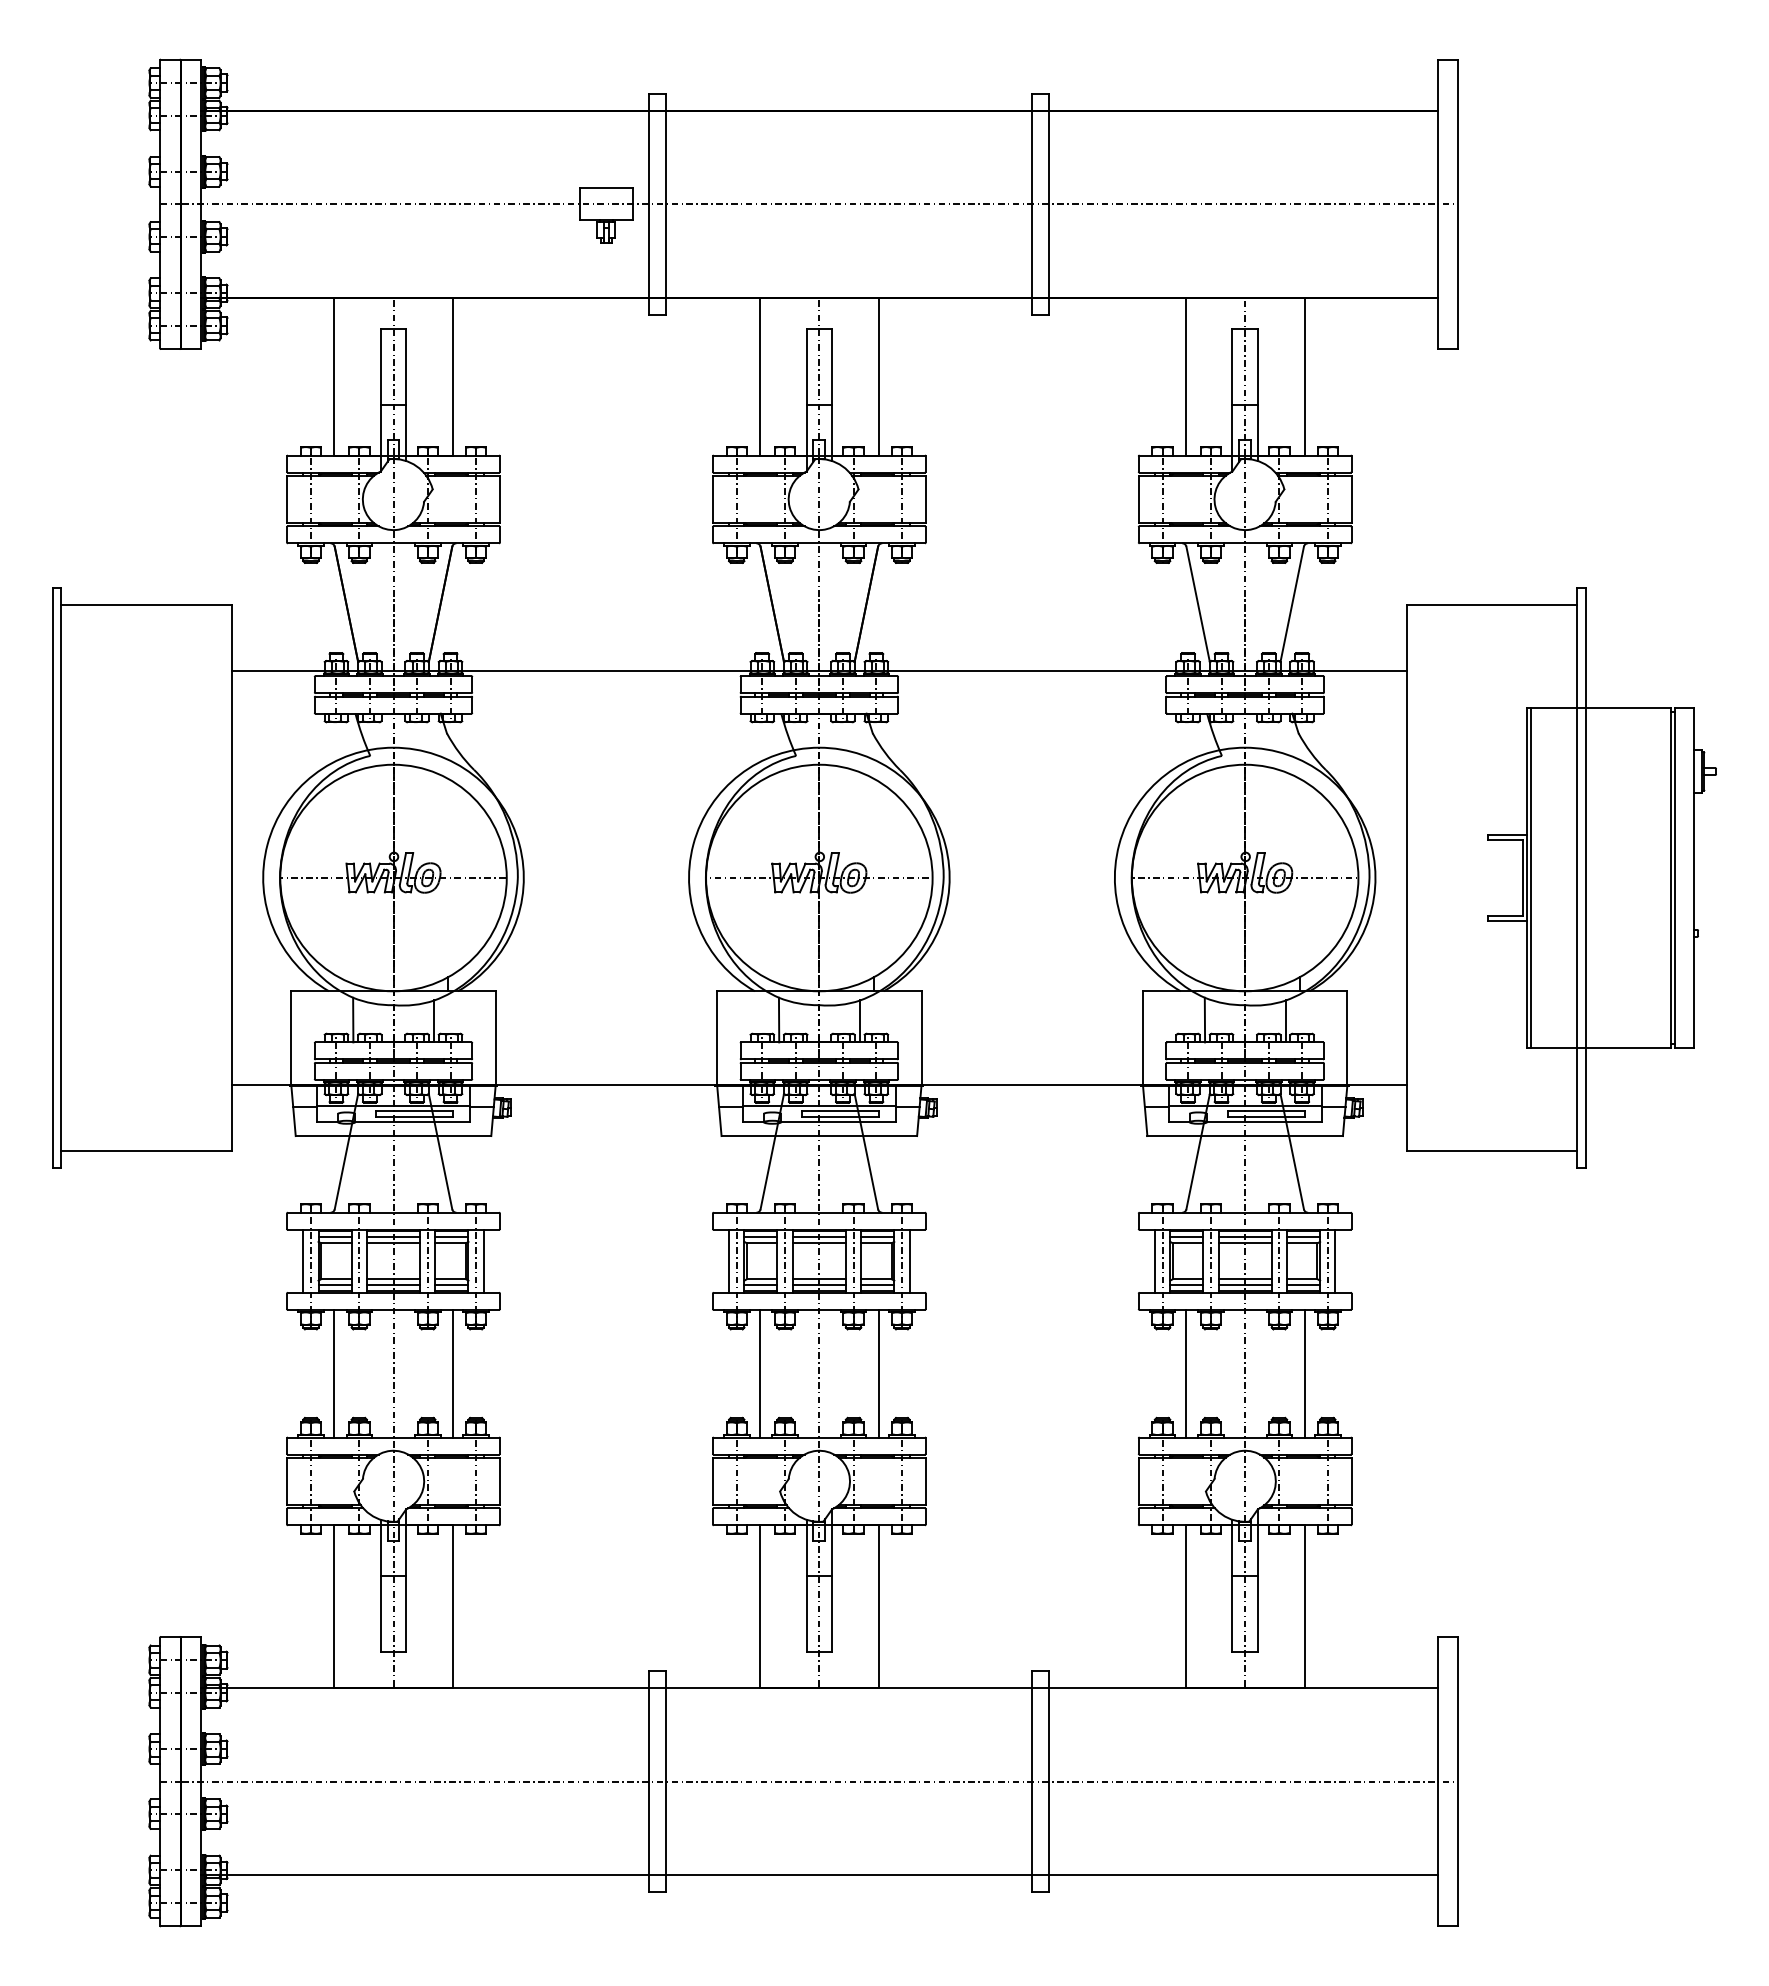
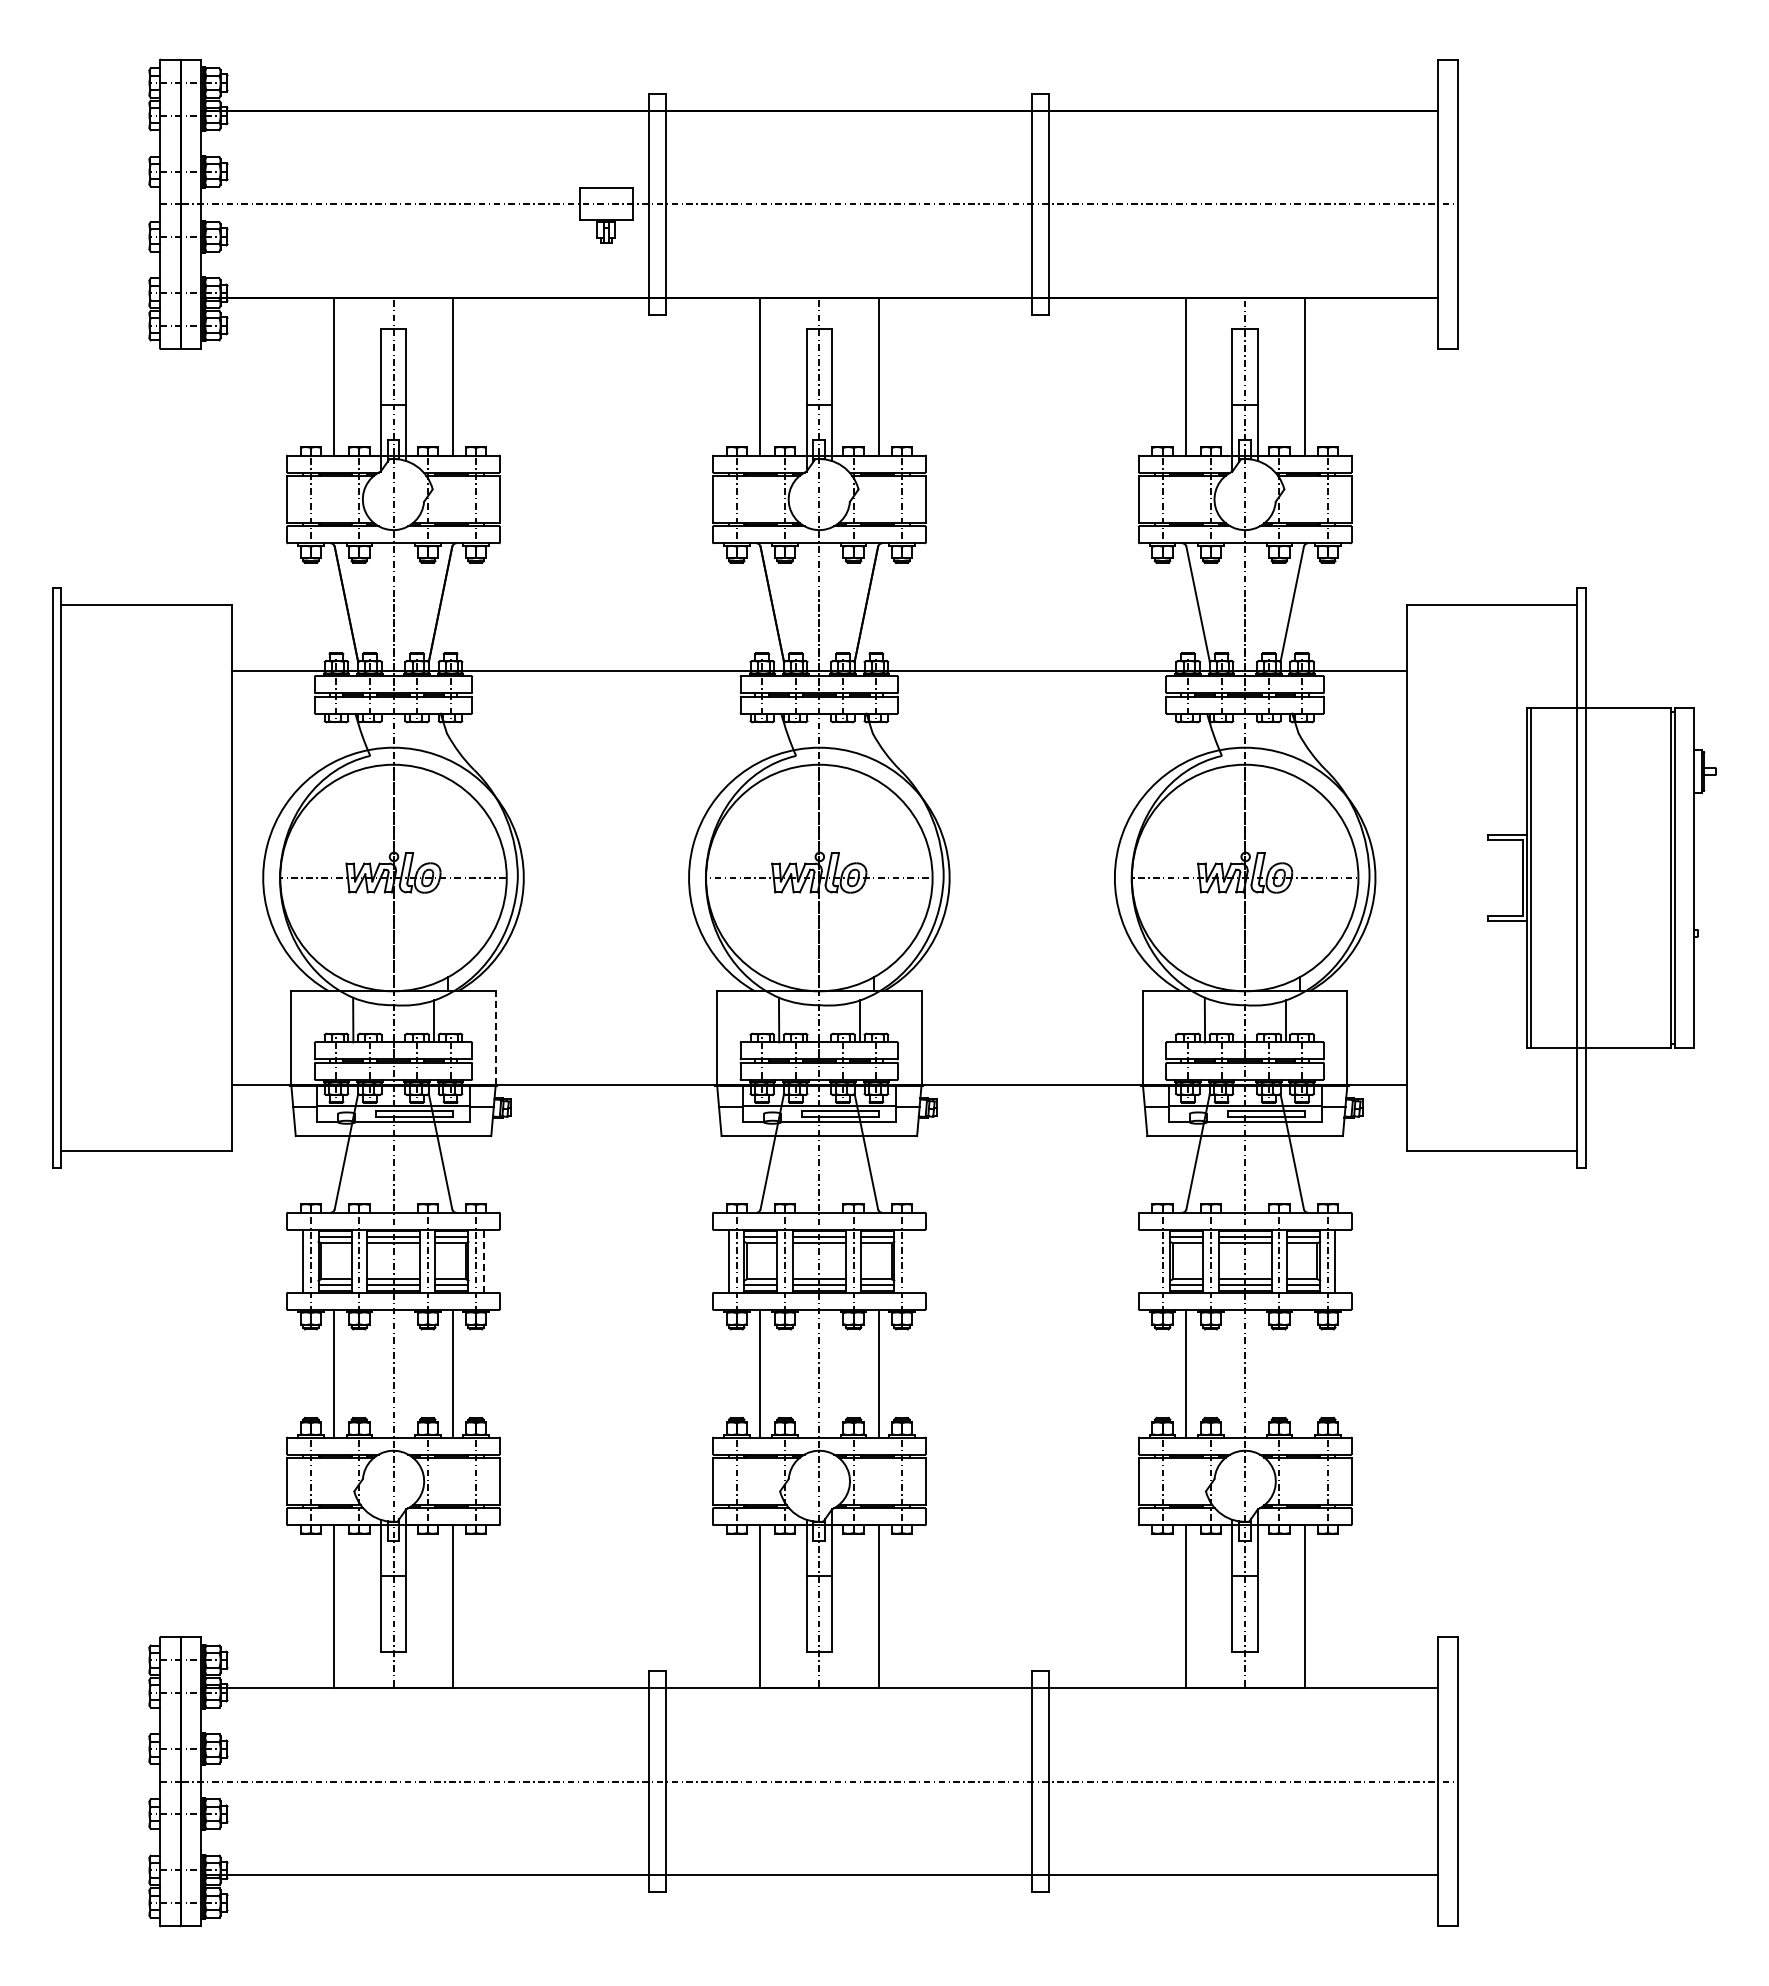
line at (495, 1037): solid -> dashed
line at (909, 1260): present -> none
line at (1154, 1260): present -> none
line at (483, 1261): solid -> dashed
line at (1304, 1373): present -> none
